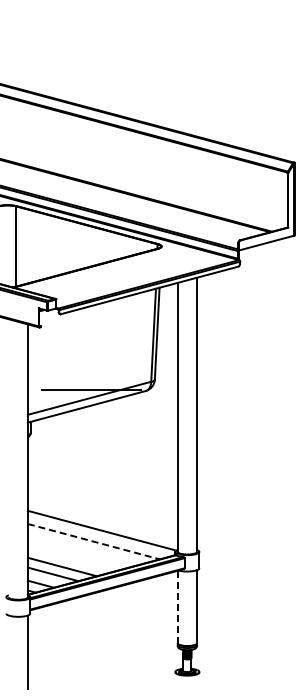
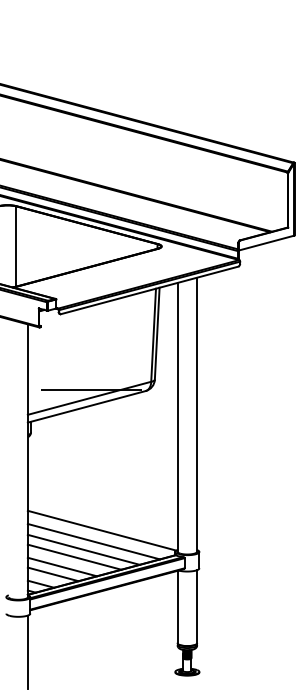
line at (94, 541): dashed -> solid
line at (83, 549): none -> present
line at (74, 556): none -> present
line at (177, 607): dashed -> solid
